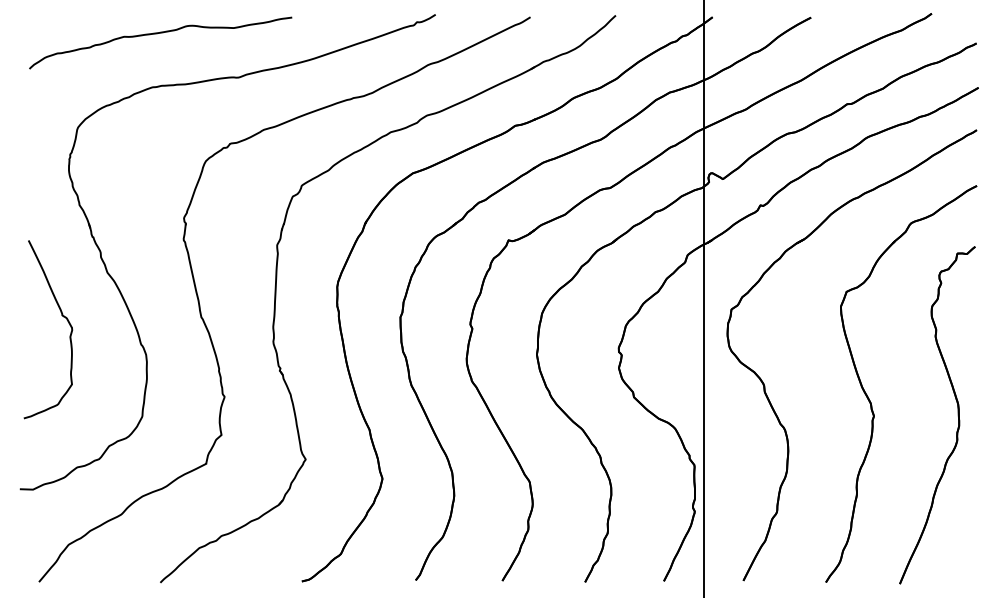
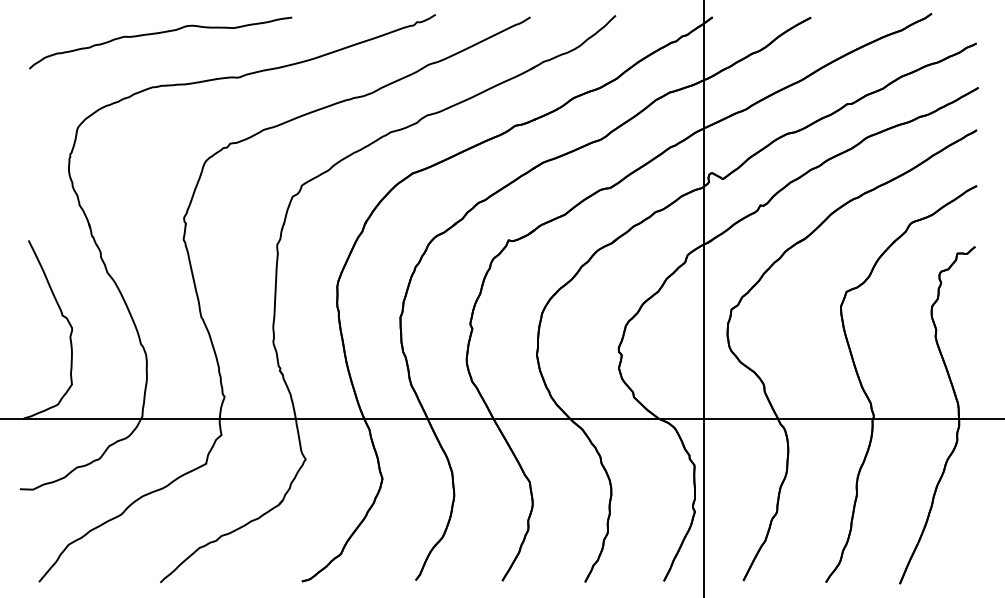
line at (501, 418): none -> present
